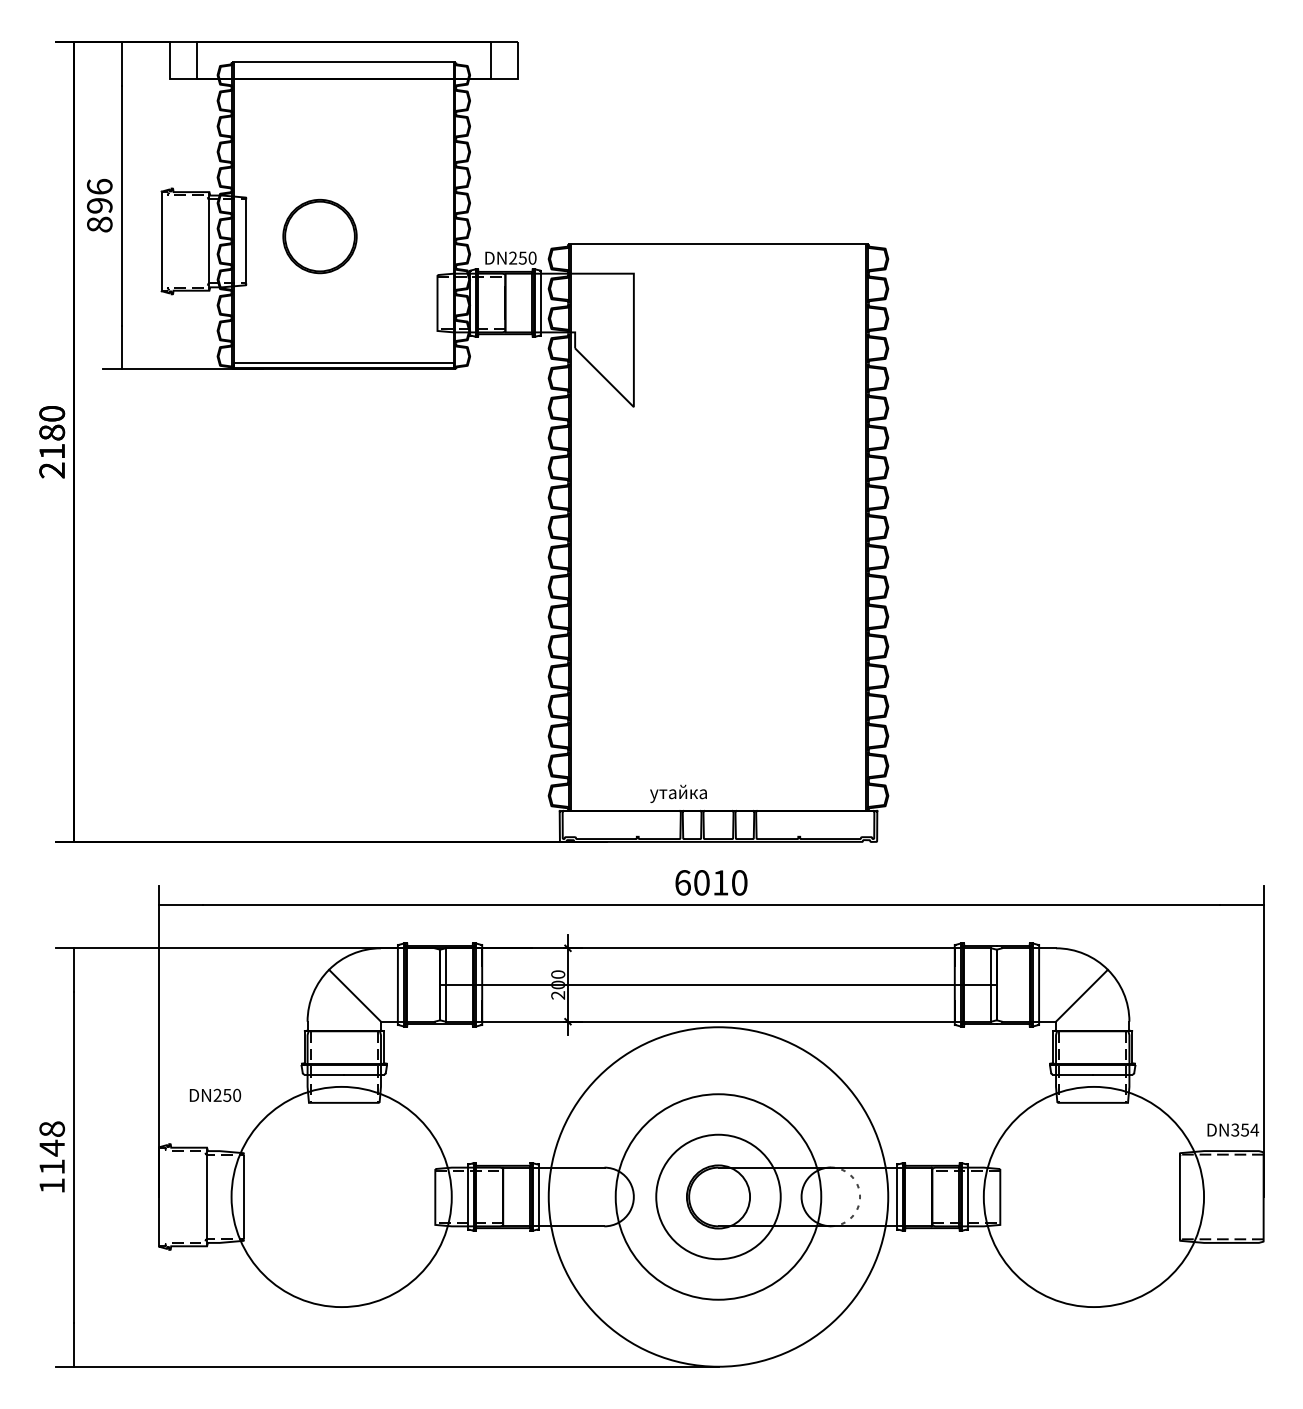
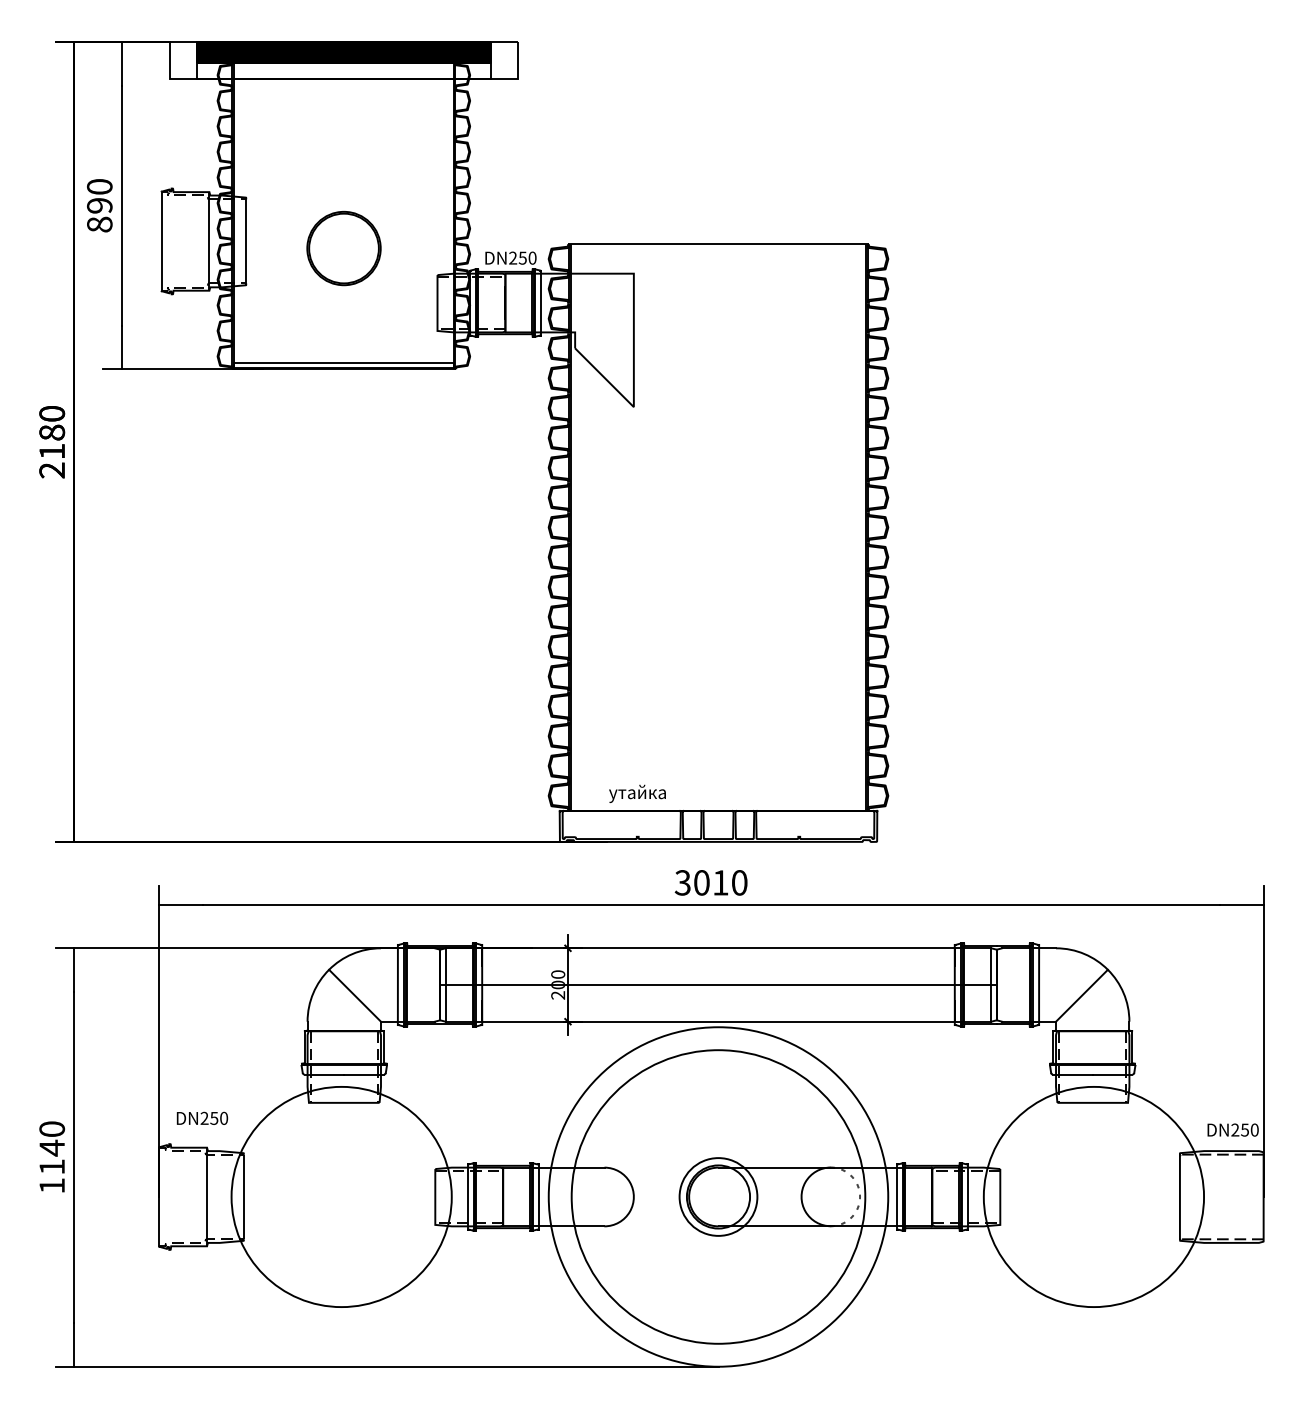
hatch at (343, 52): none -> present
text at (99, 186): 896 -> 890
part at (319, 236) position: (319, 236) -> (343, 248)
text at (678, 793) position: (678, 793) -> (637, 793)
text at (682, 882): 6010 -> 3010
text at (215, 1094) position: (215, 1094) -> (202, 1117)
text at (51, 1128): 1148 -> 1140
text at (1245, 1129): DN354 -> DN250
circle at (718, 1196) diameter: 124 px -> 78 px
circle at (718, 1196) diameter: 206 px -> 294 px
